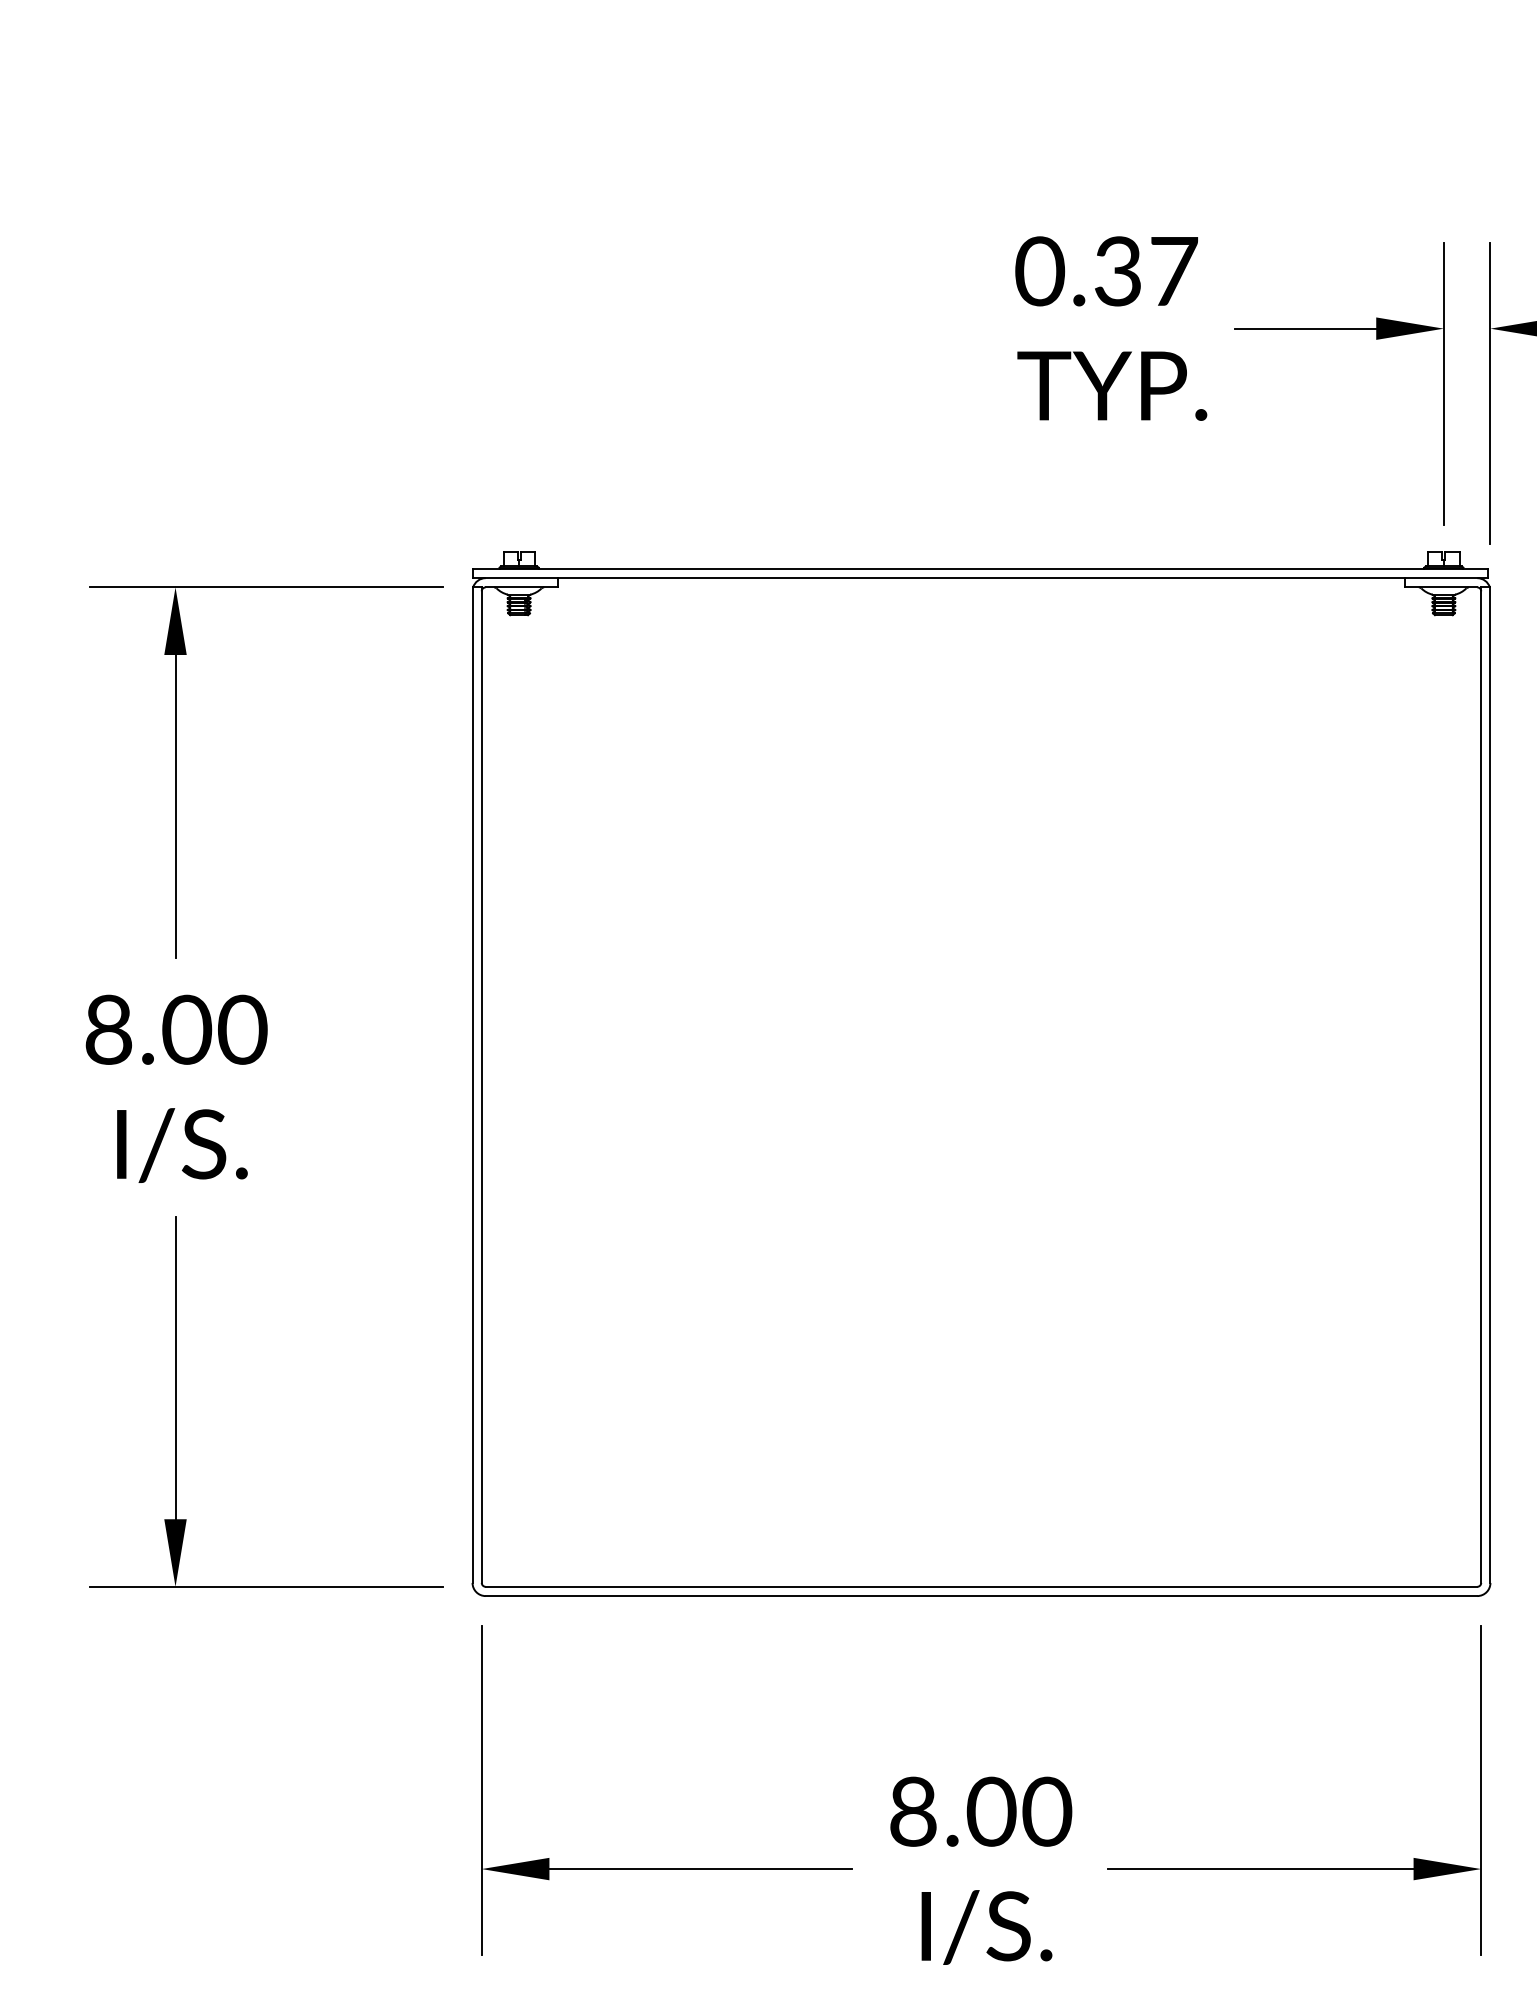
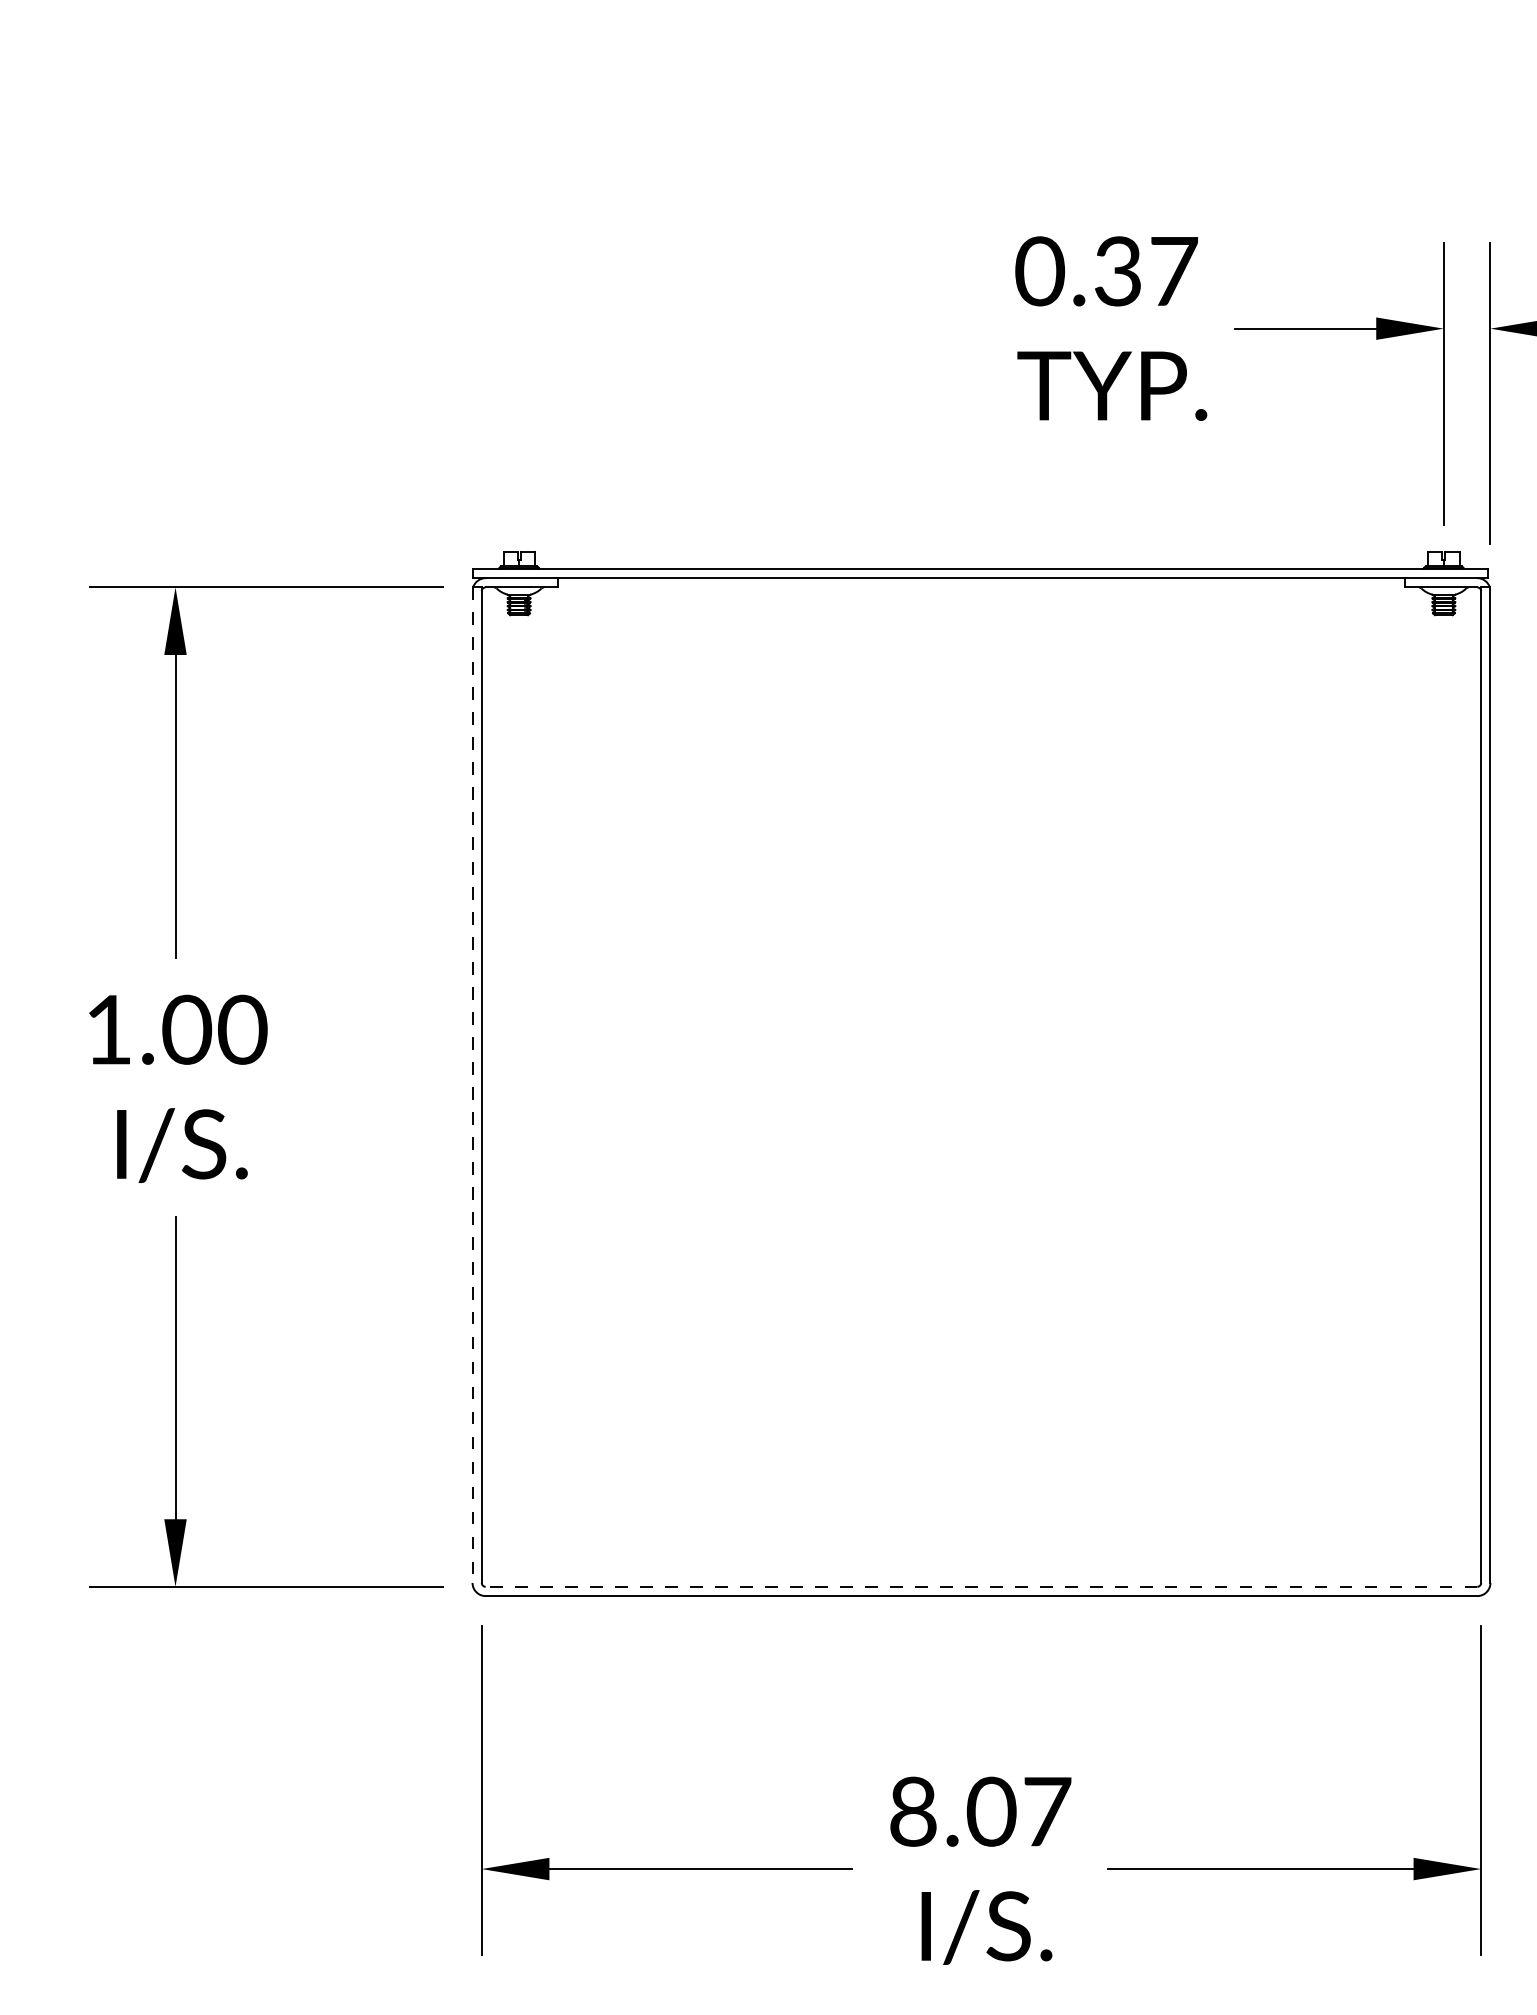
text at (108, 1029): 8.00 -> 1.00
line at (472, 1085): solid -> dashed
line at (981, 1586): solid -> dashed
text at (1047, 1811): 8.00 -> 8.07
